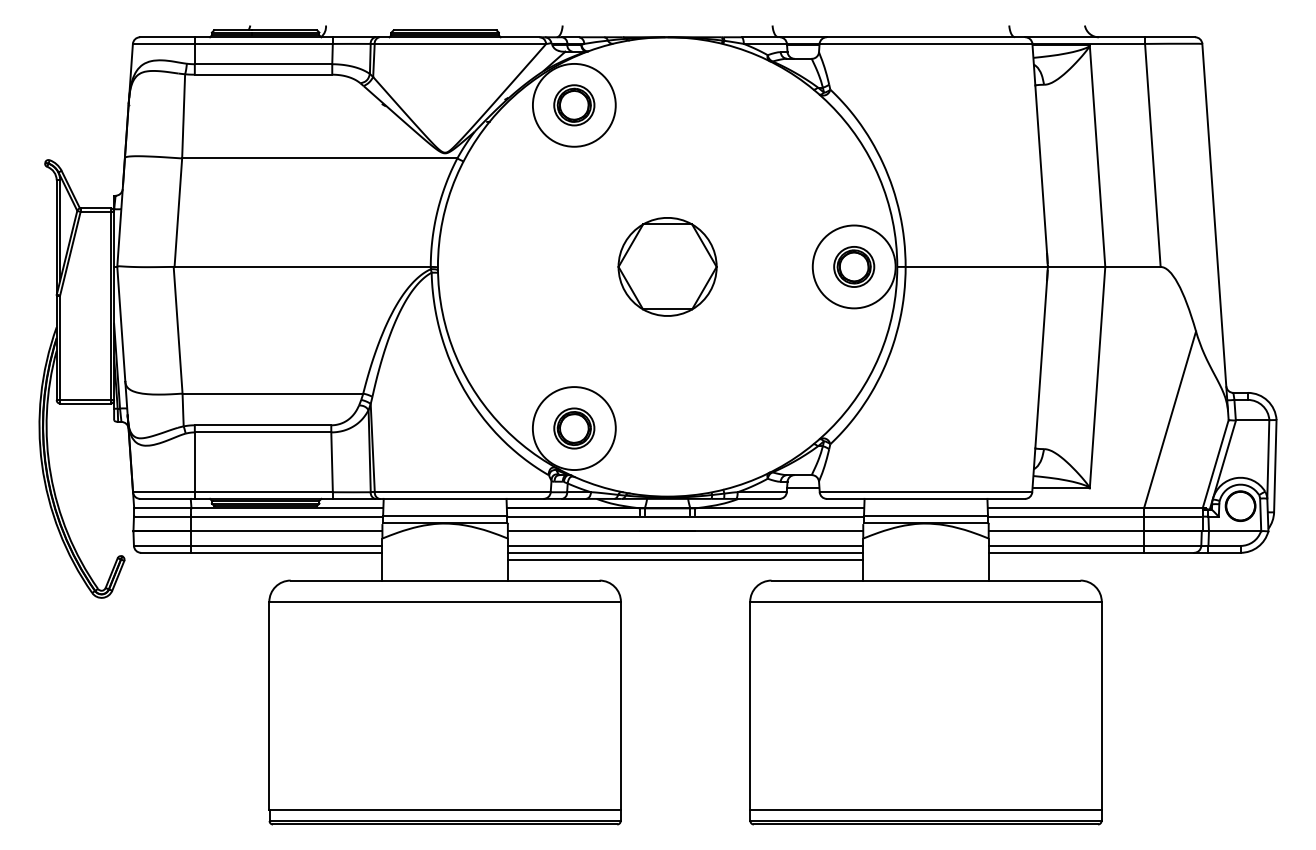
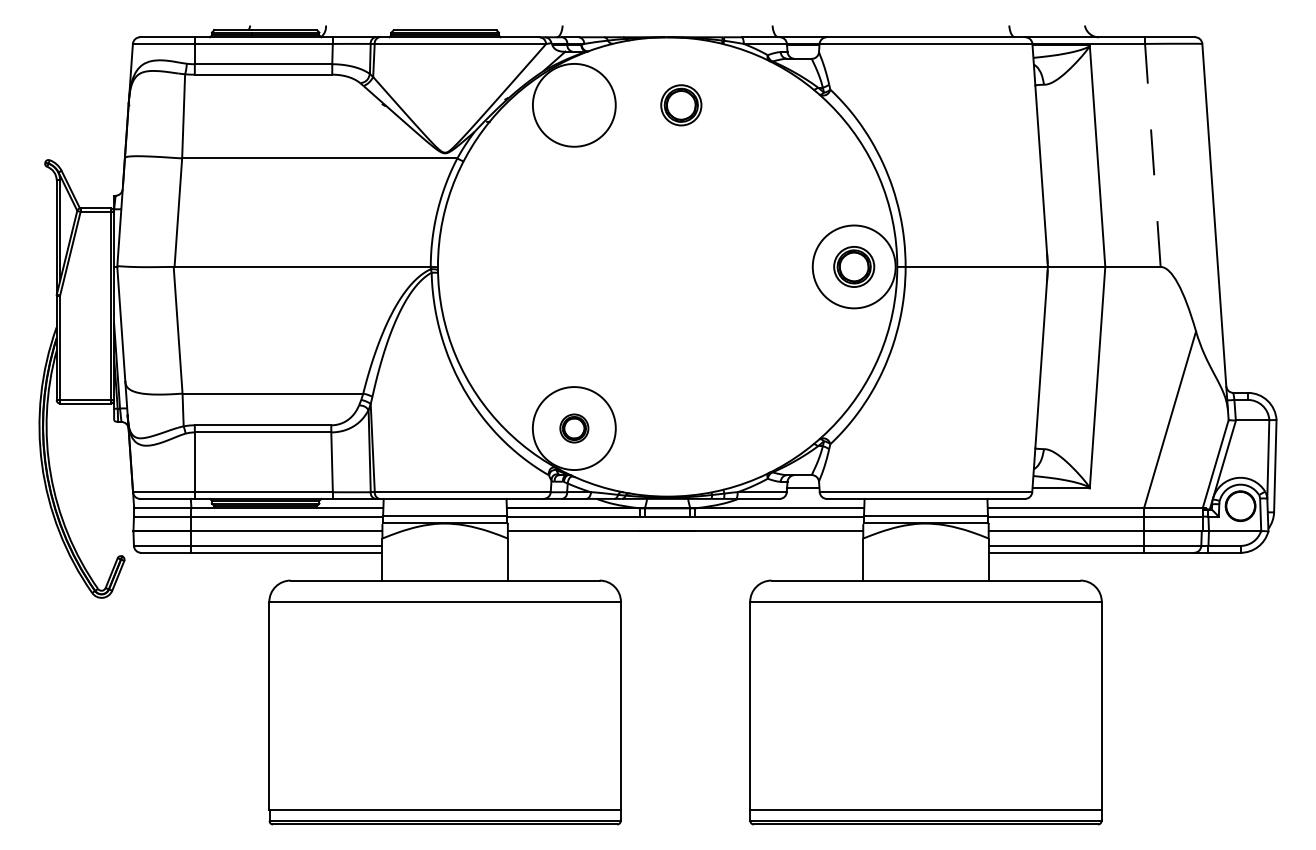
part at (574, 105) position: (574, 105) -> (681, 105)
line at (1152, 155): solid -> dashed
part at (667, 266): present -> none
part at (574, 428) size: 43x43 px -> 31x31 px
line at (685, 545): present -> none
line at (685, 552): present -> none
line at (685, 560): present -> none
